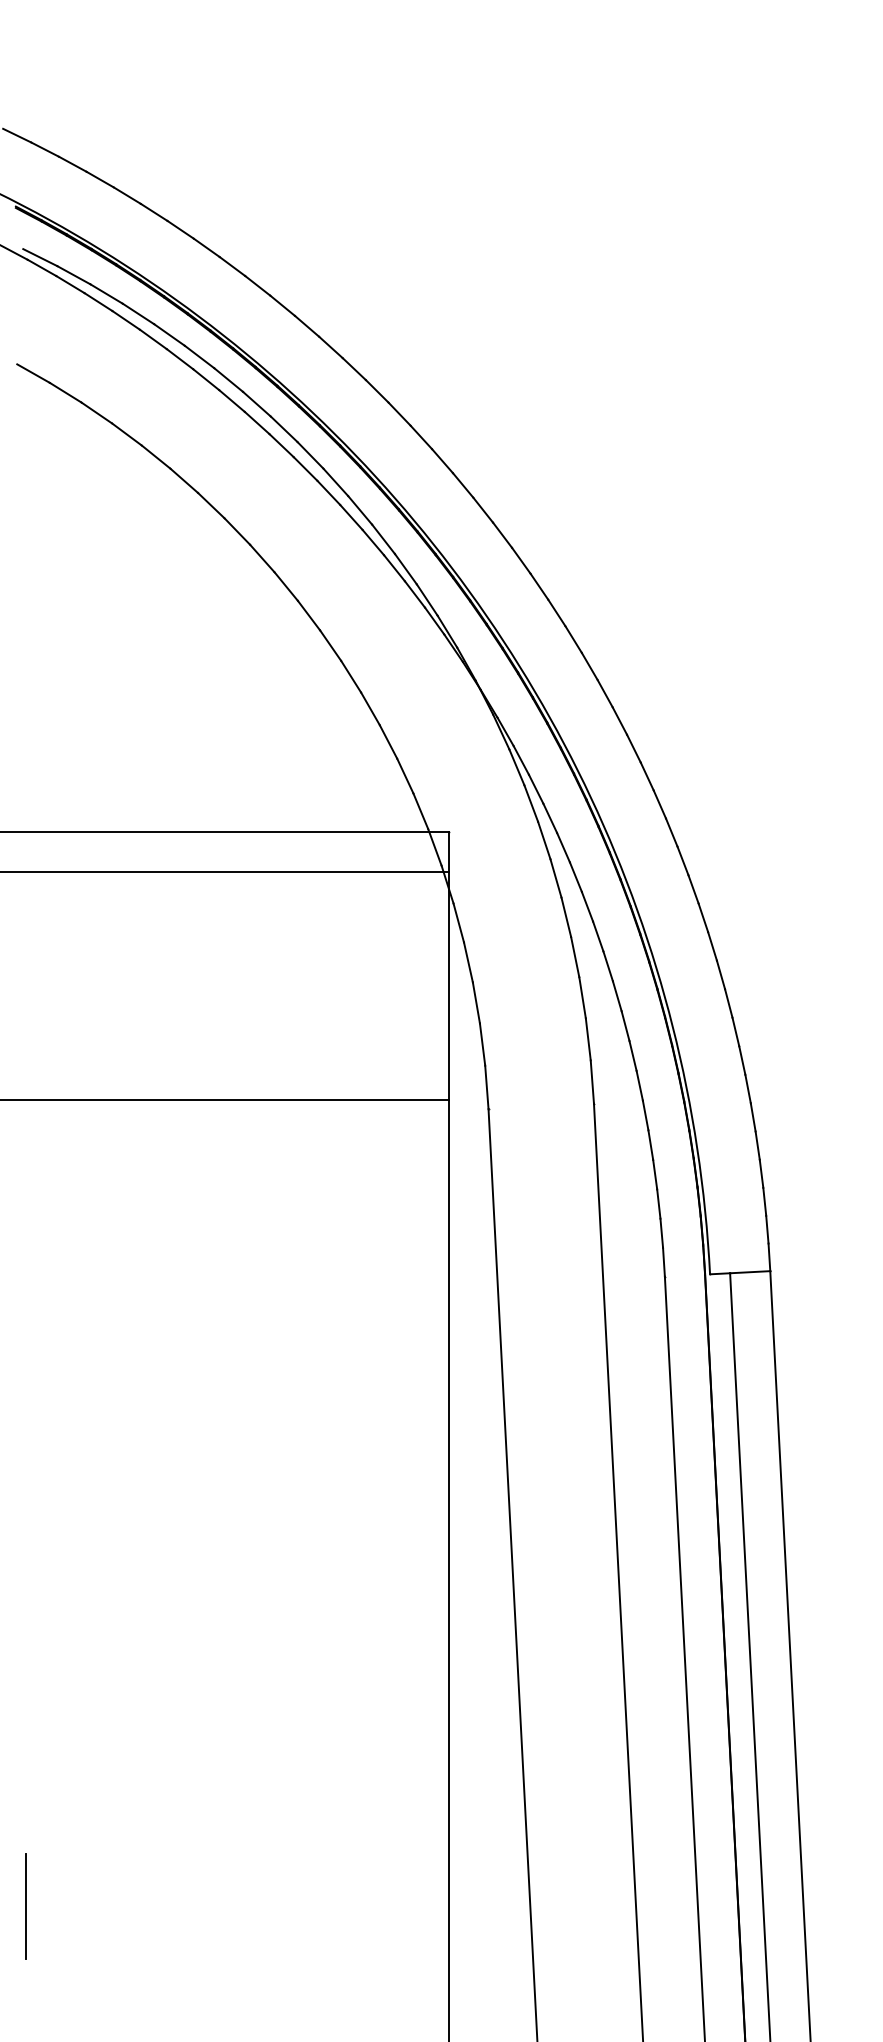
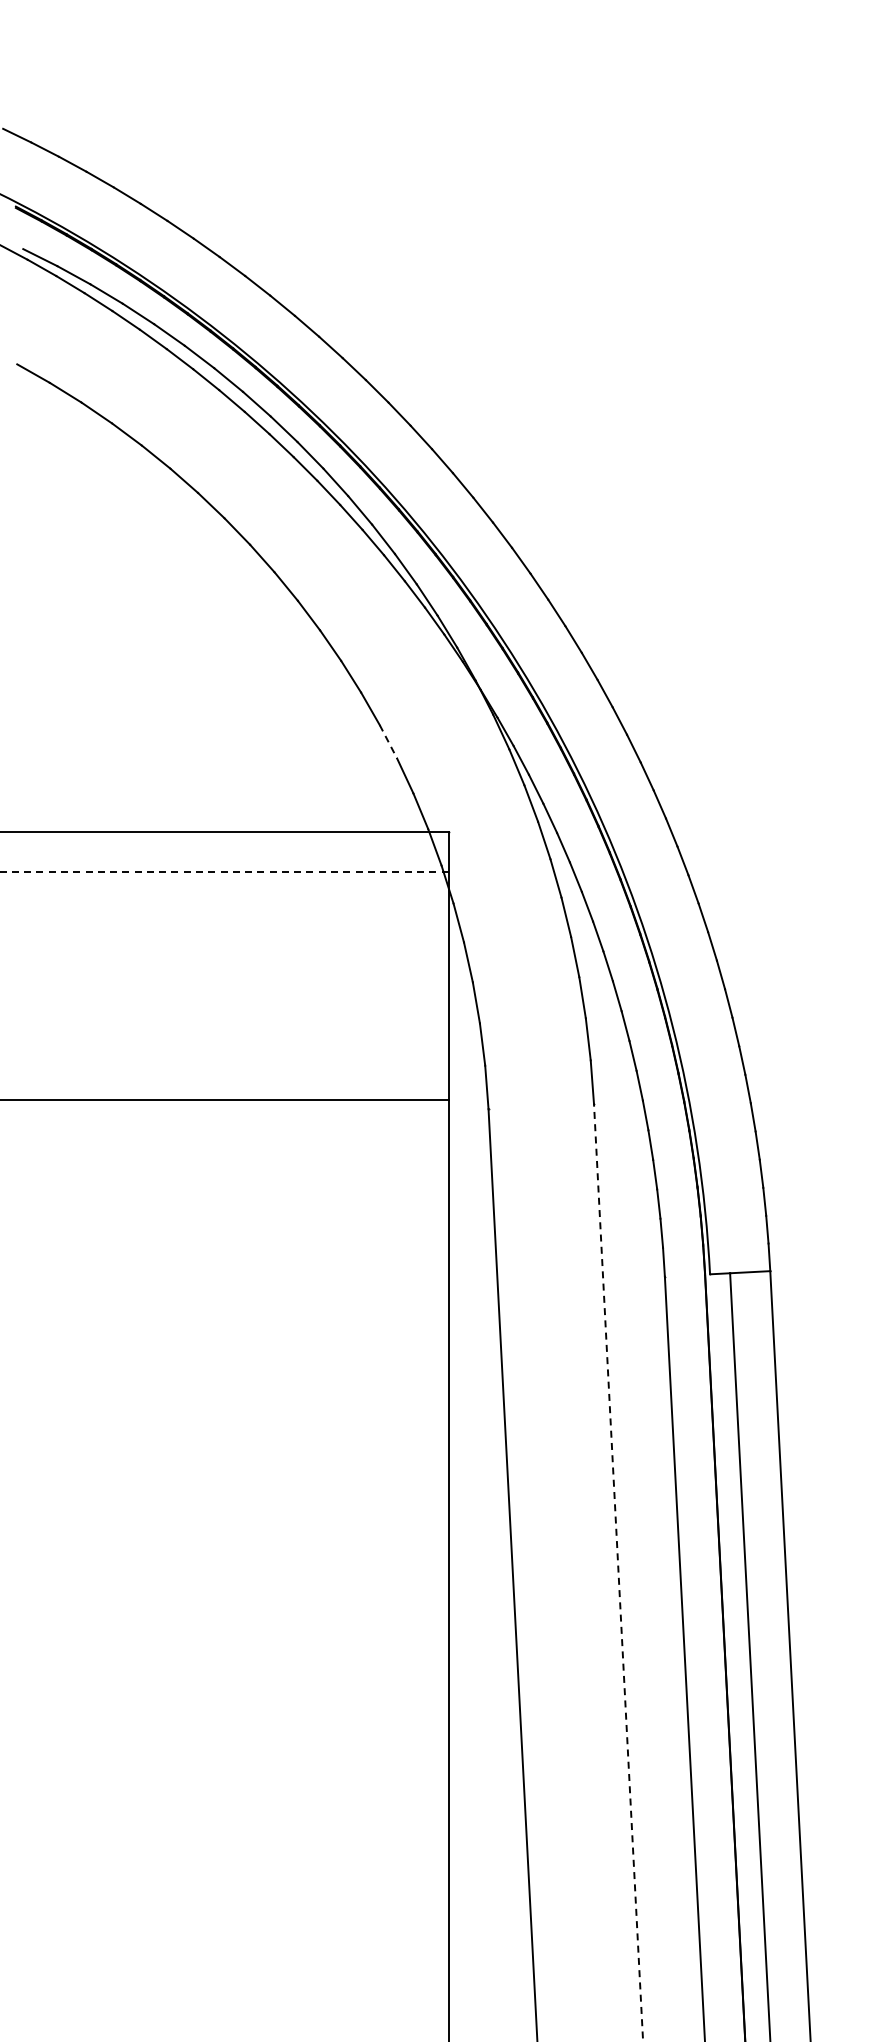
line at (388, 741): solid -> dashed
line at (224, 871): solid -> dashed
line at (618, 1572): solid -> dashed
line at (26, 1906): present -> none
